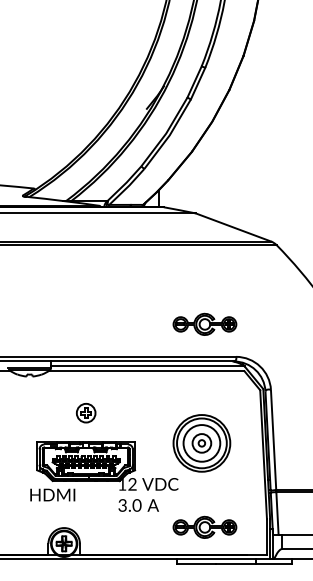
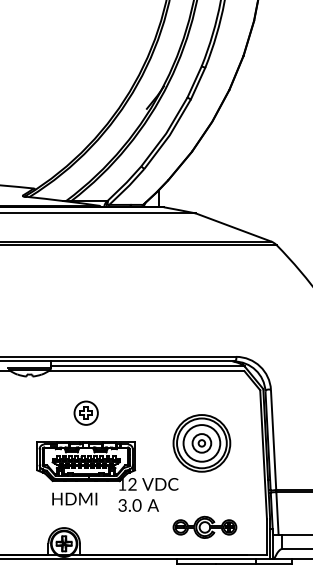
part at (204, 323): present -> none
part at (86, 413) size: 21x21 px -> 26x26 px
text at (52, 494) position: (52, 494) -> (74, 498)
